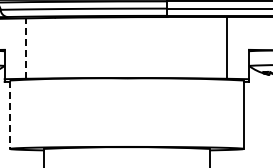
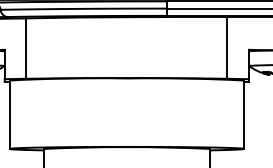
line at (26, 48): dashed -> solid
line at (9, 115): dashed -> solid
